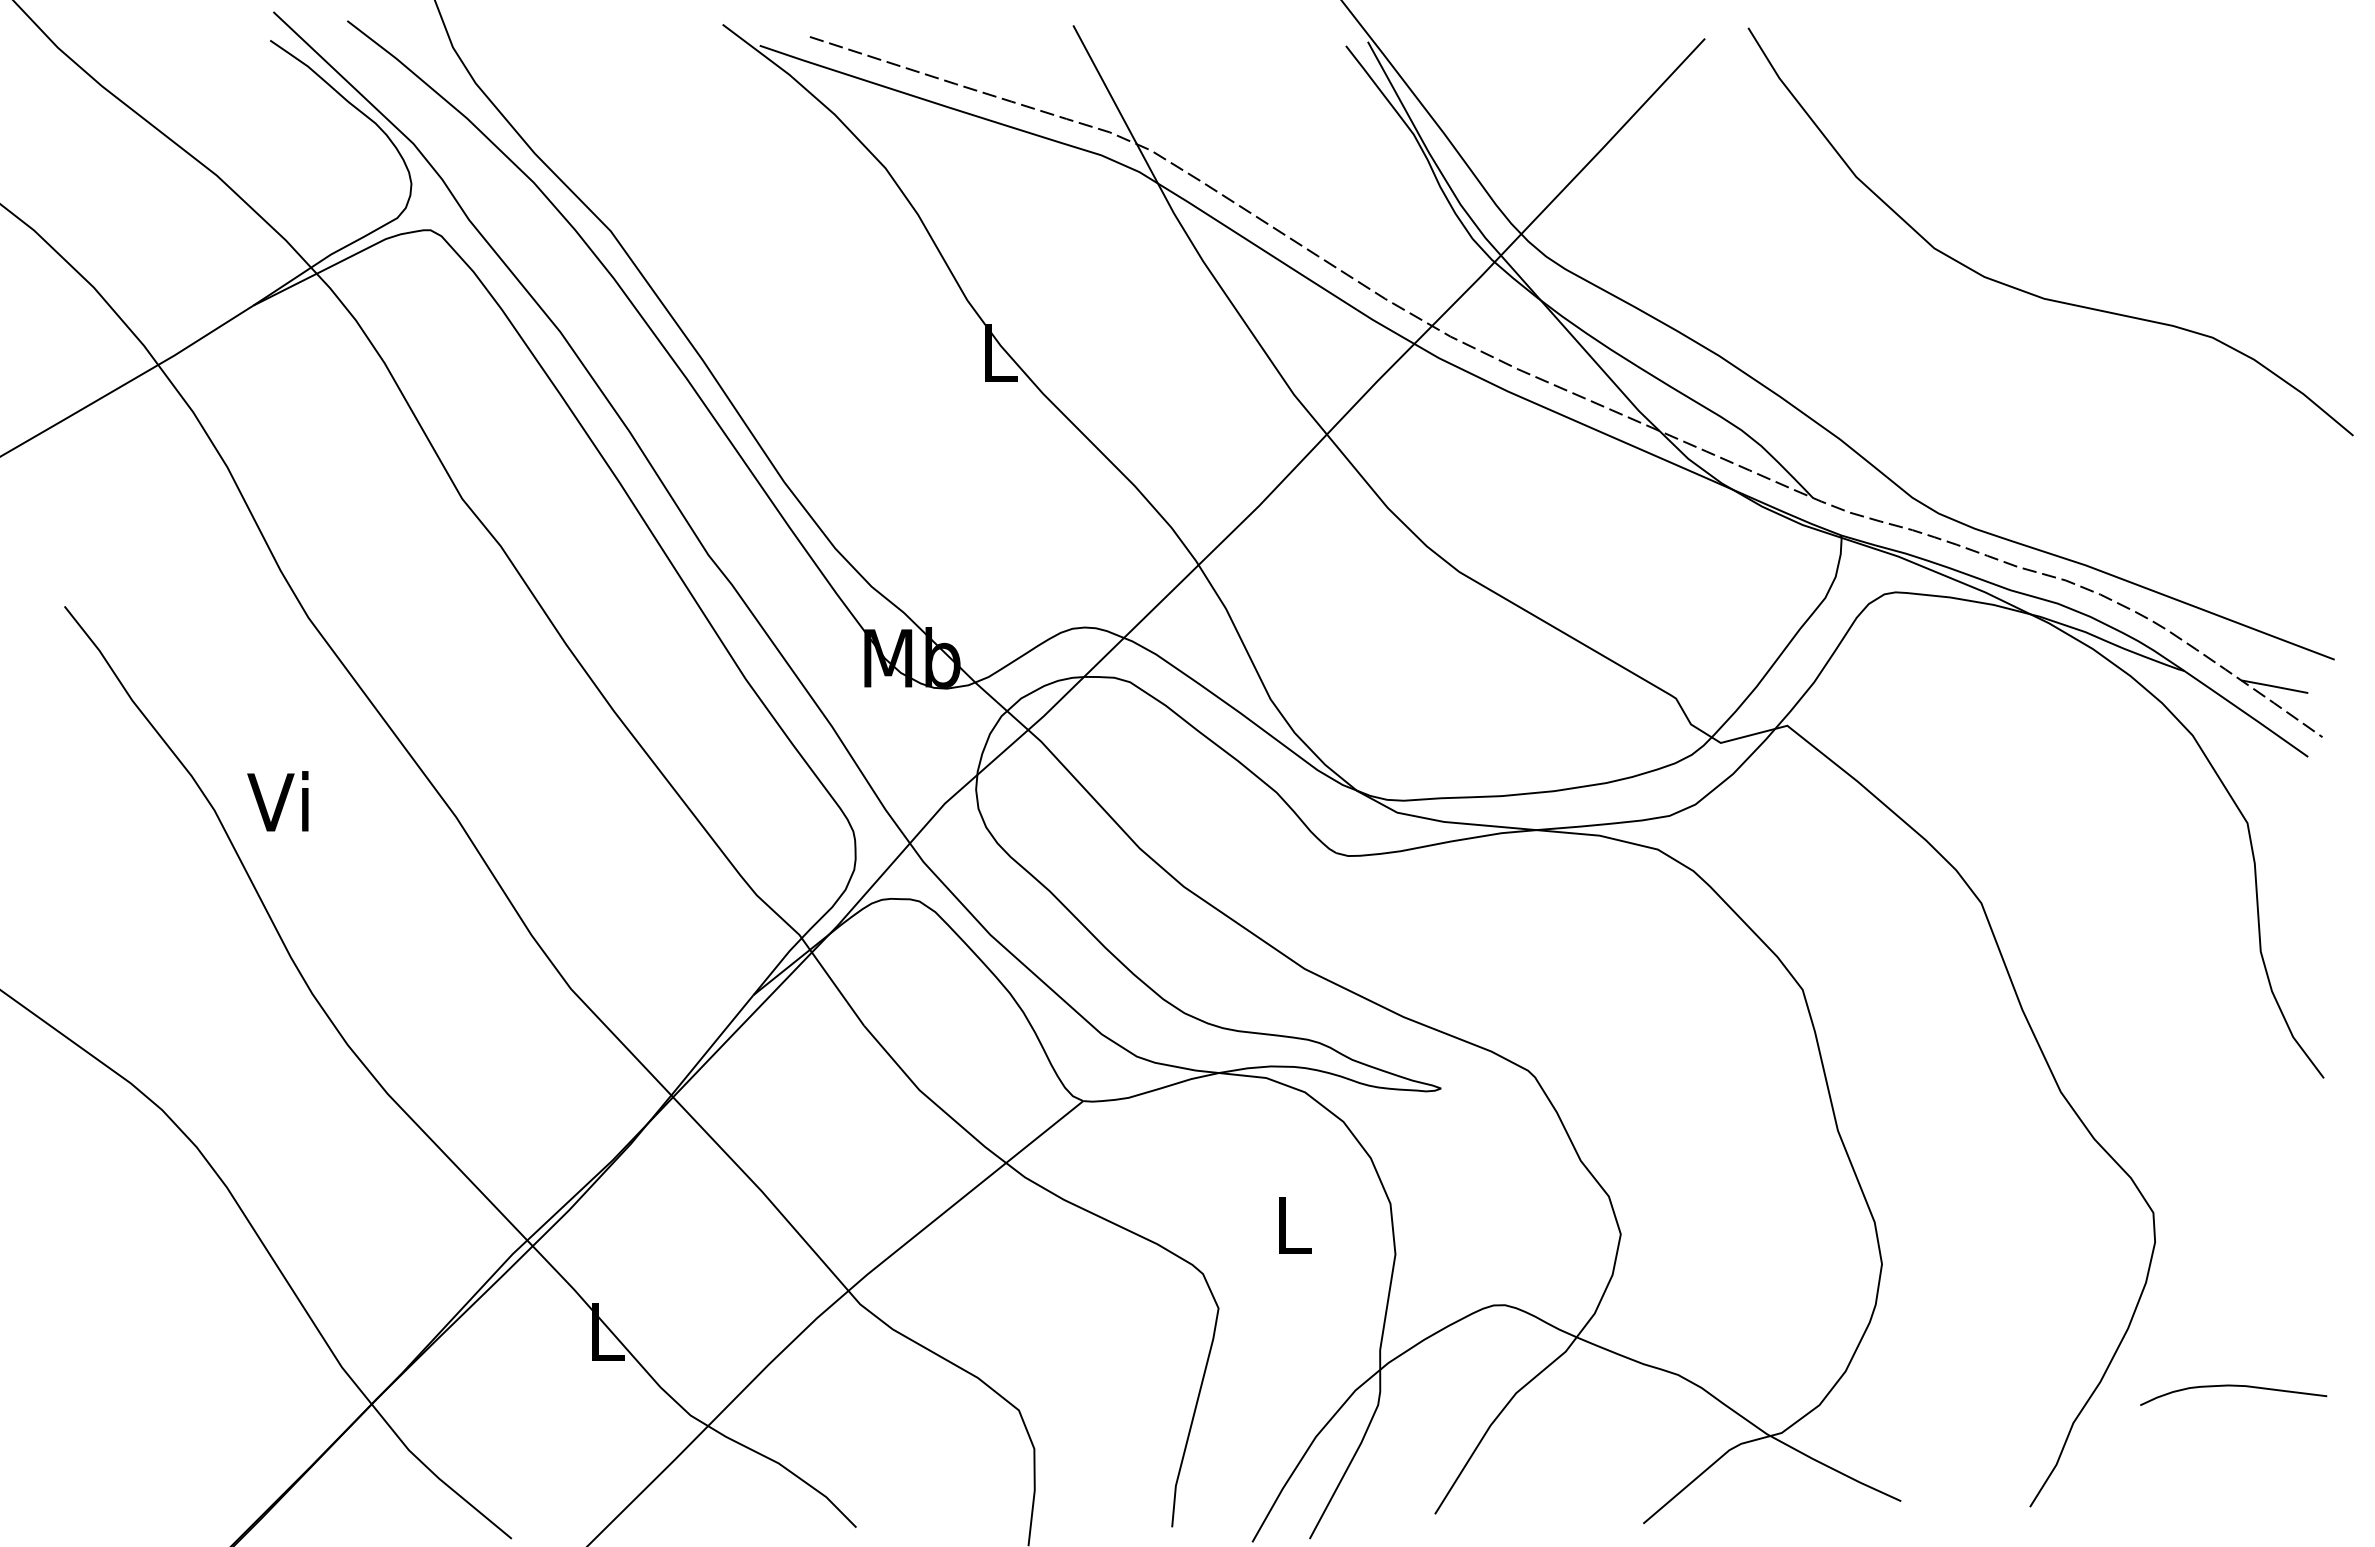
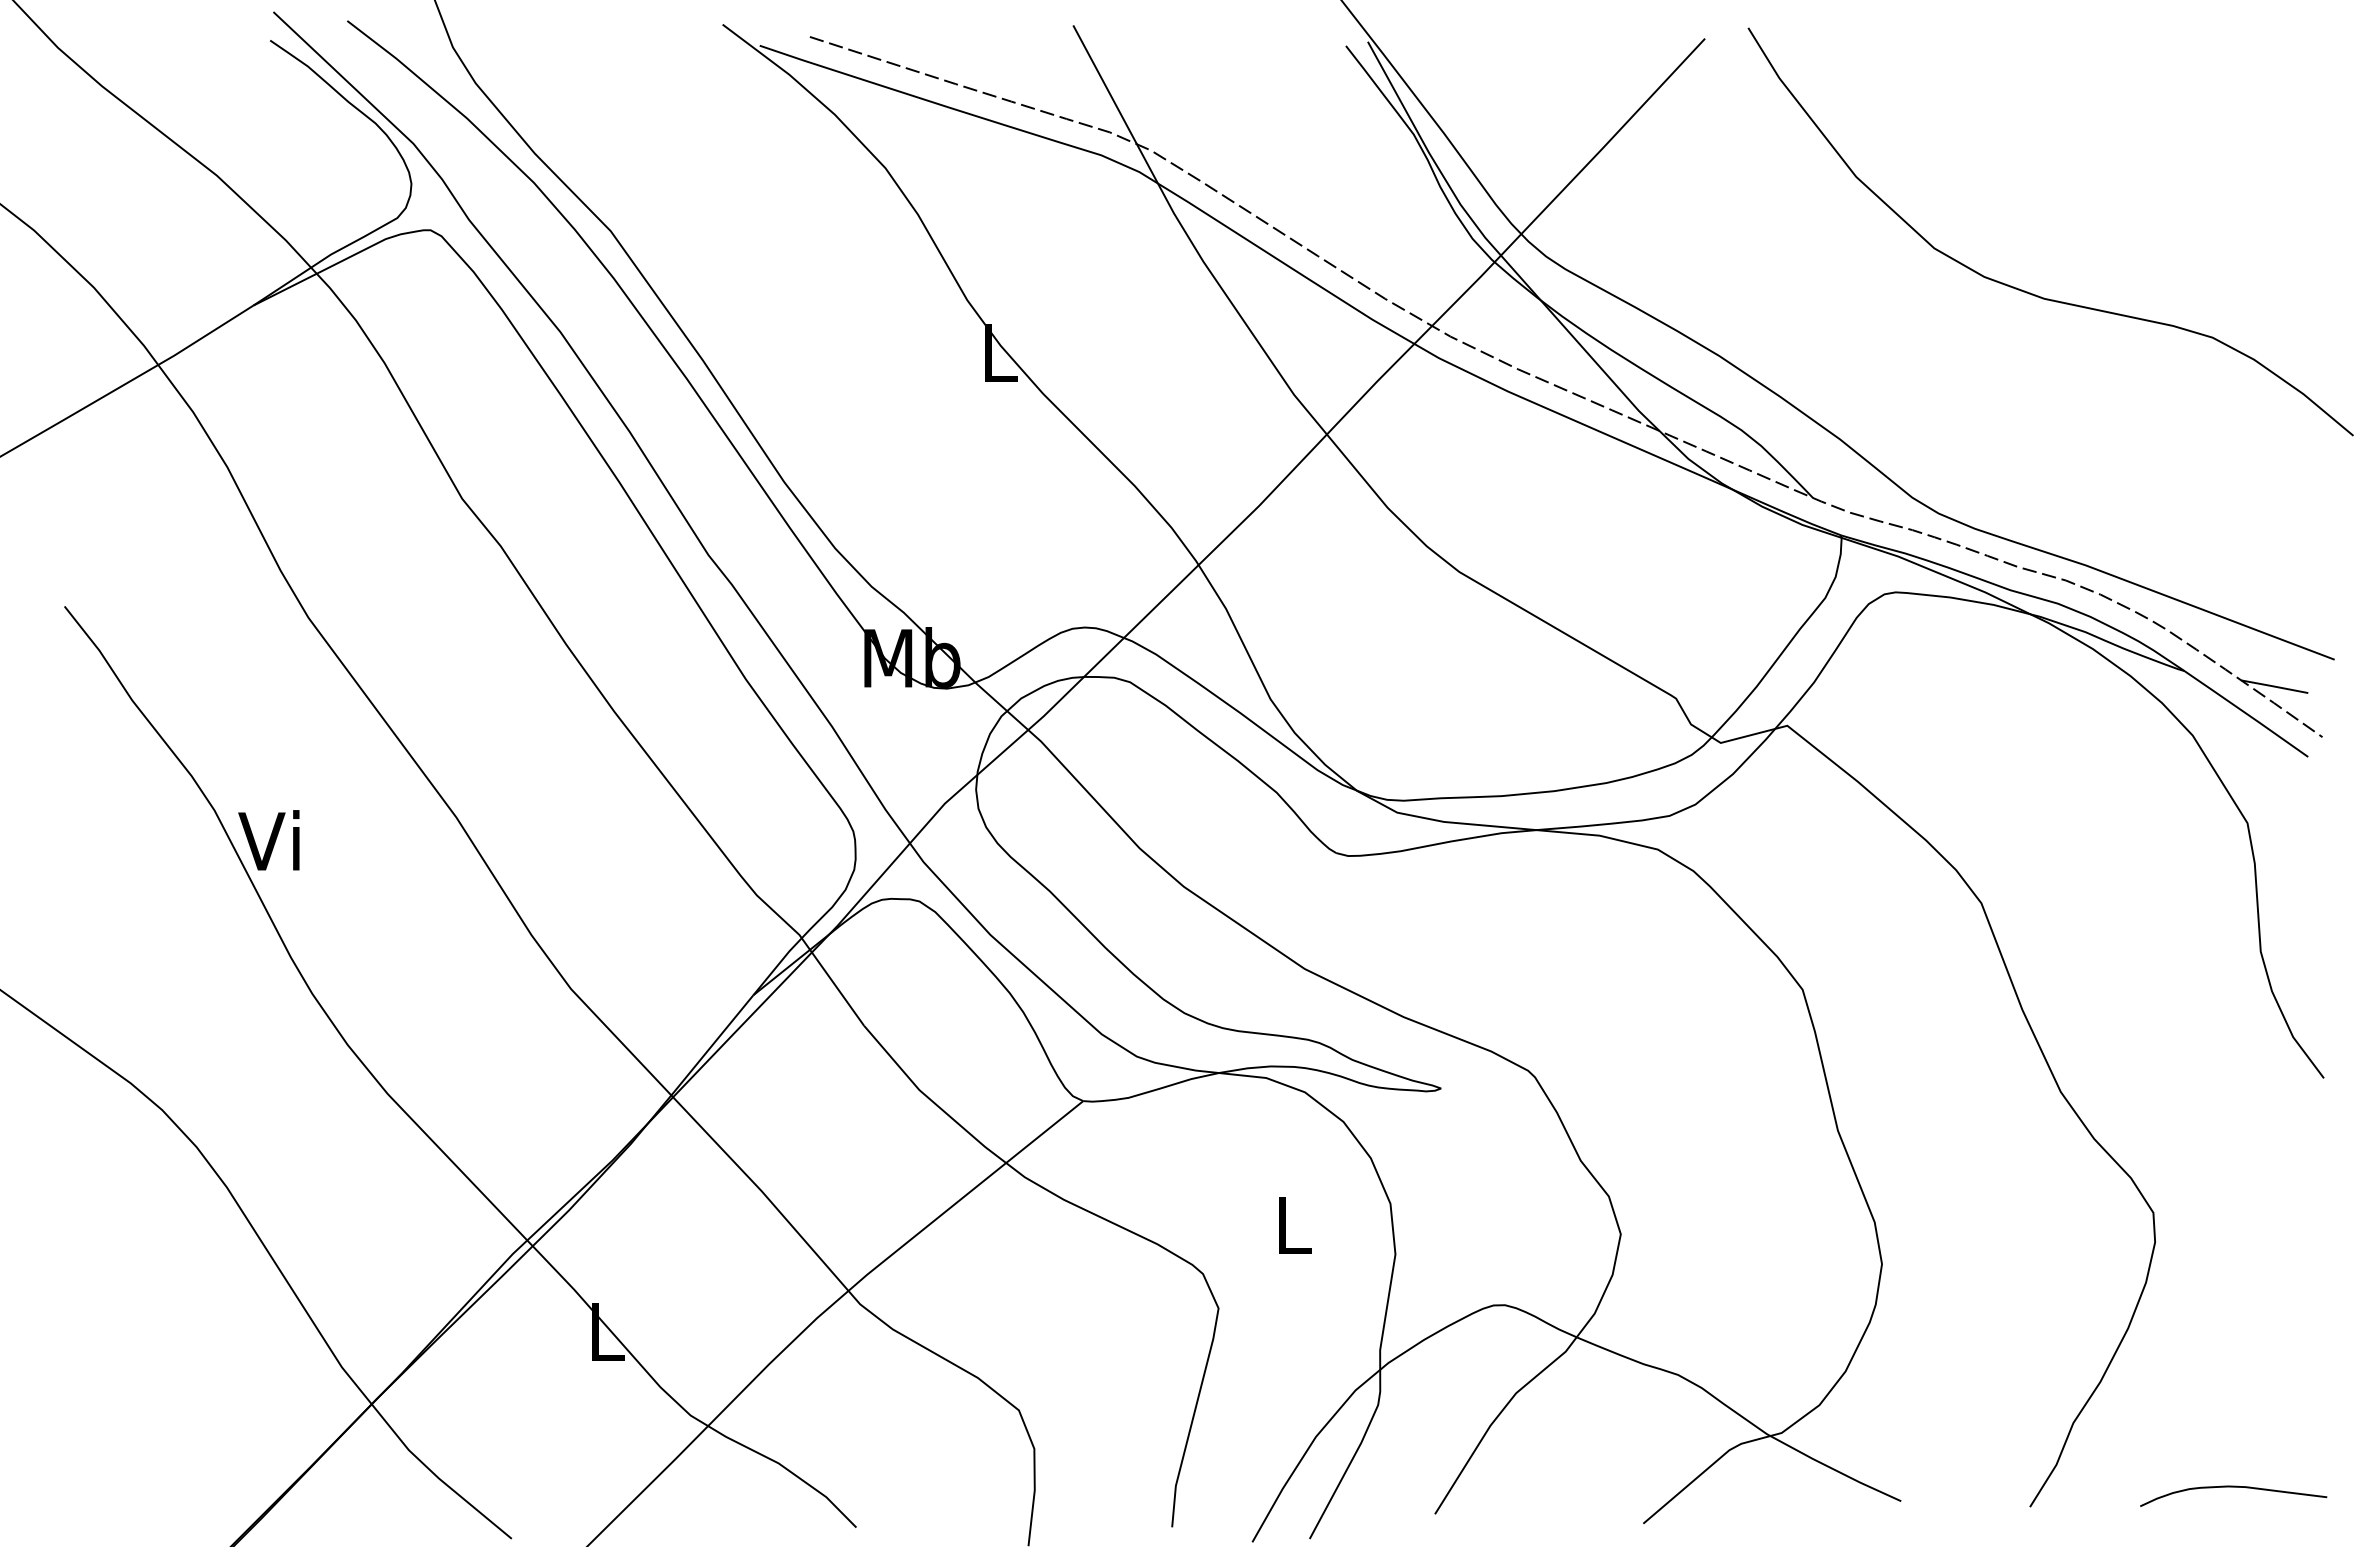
text at (277, 801) position: (277, 801) -> (268, 840)
curve at (2233, 1386) position: (2233, 1386) -> (2233, 1487)
